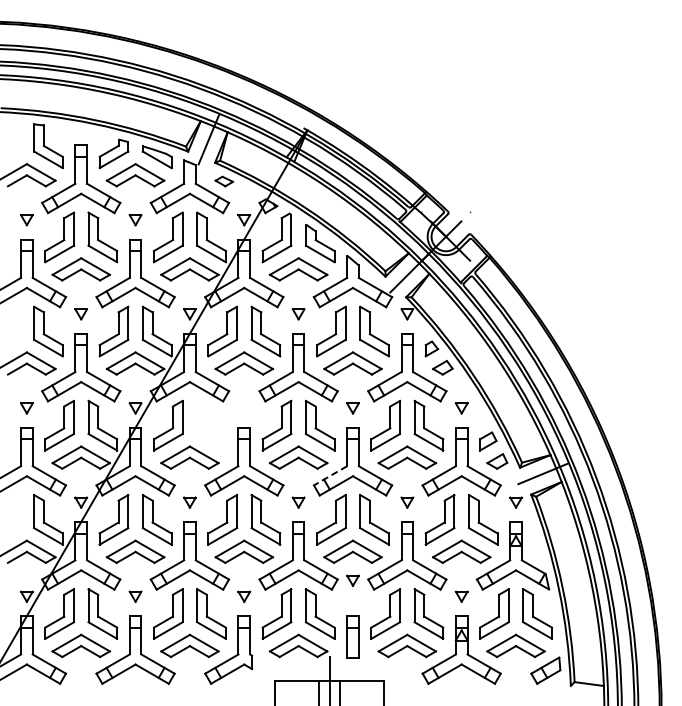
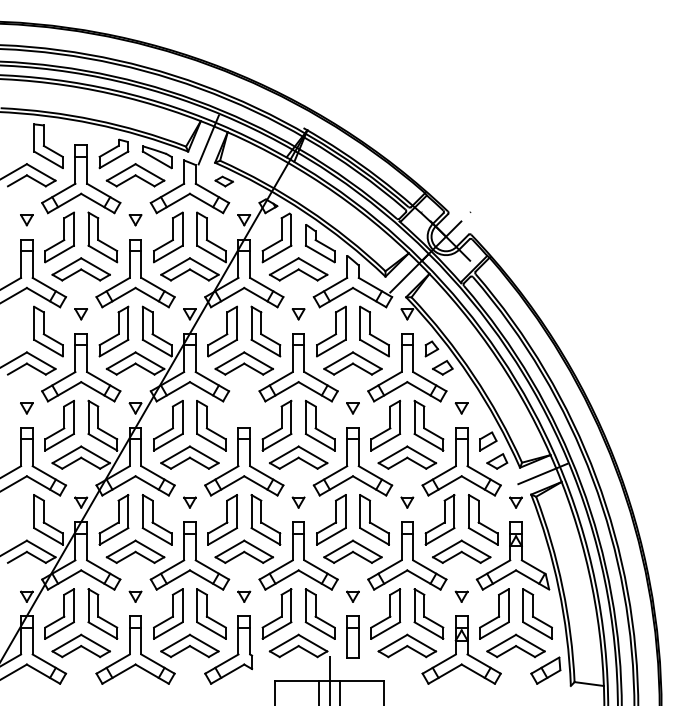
part at (211, 425): none -> present
line at (330, 476): dashed -> solid
part at (352, 580) position: (352, 580) -> (352, 596)
